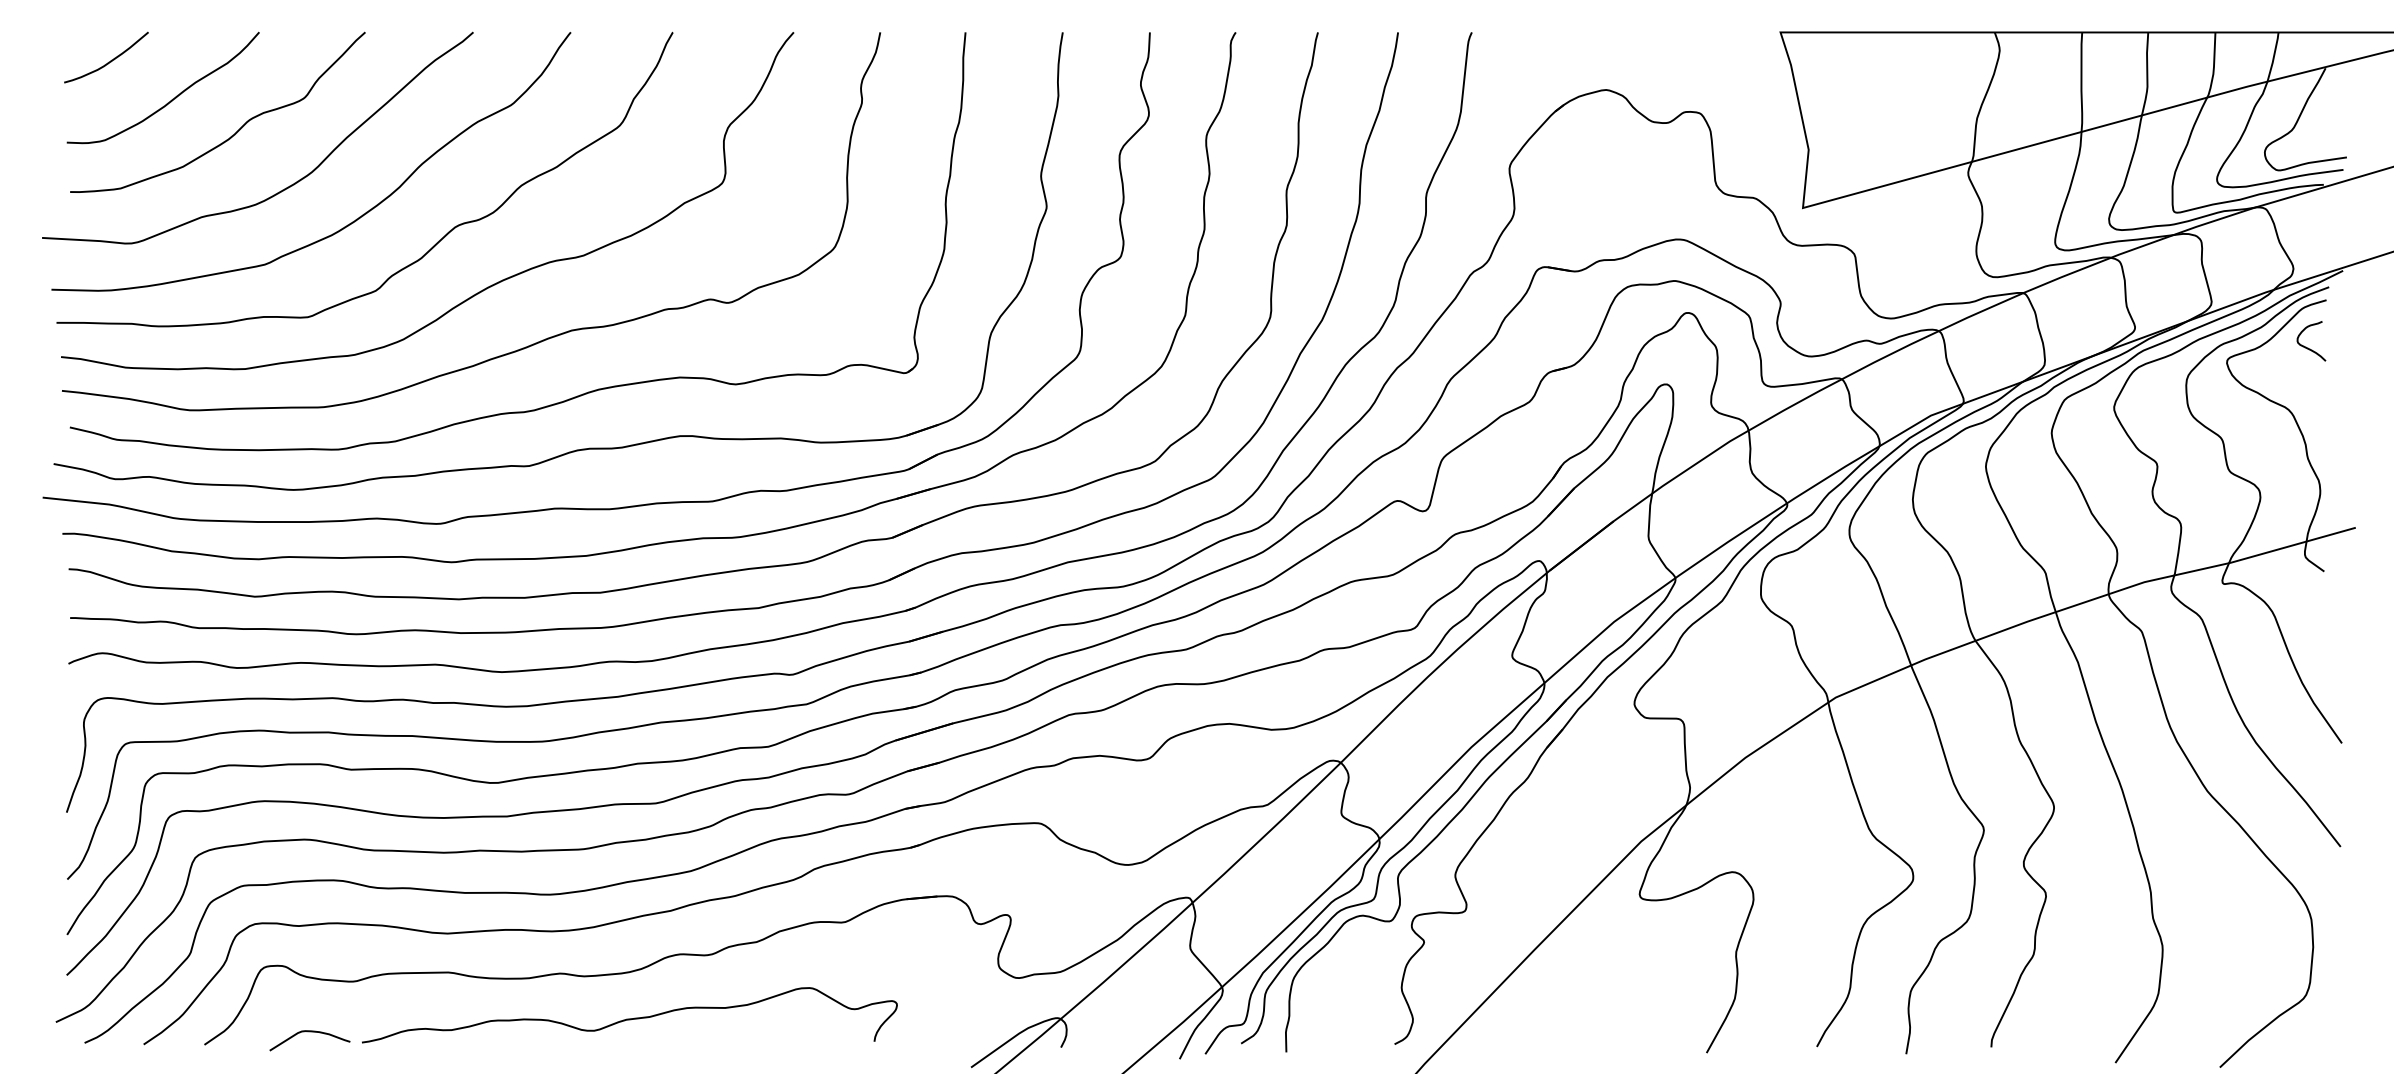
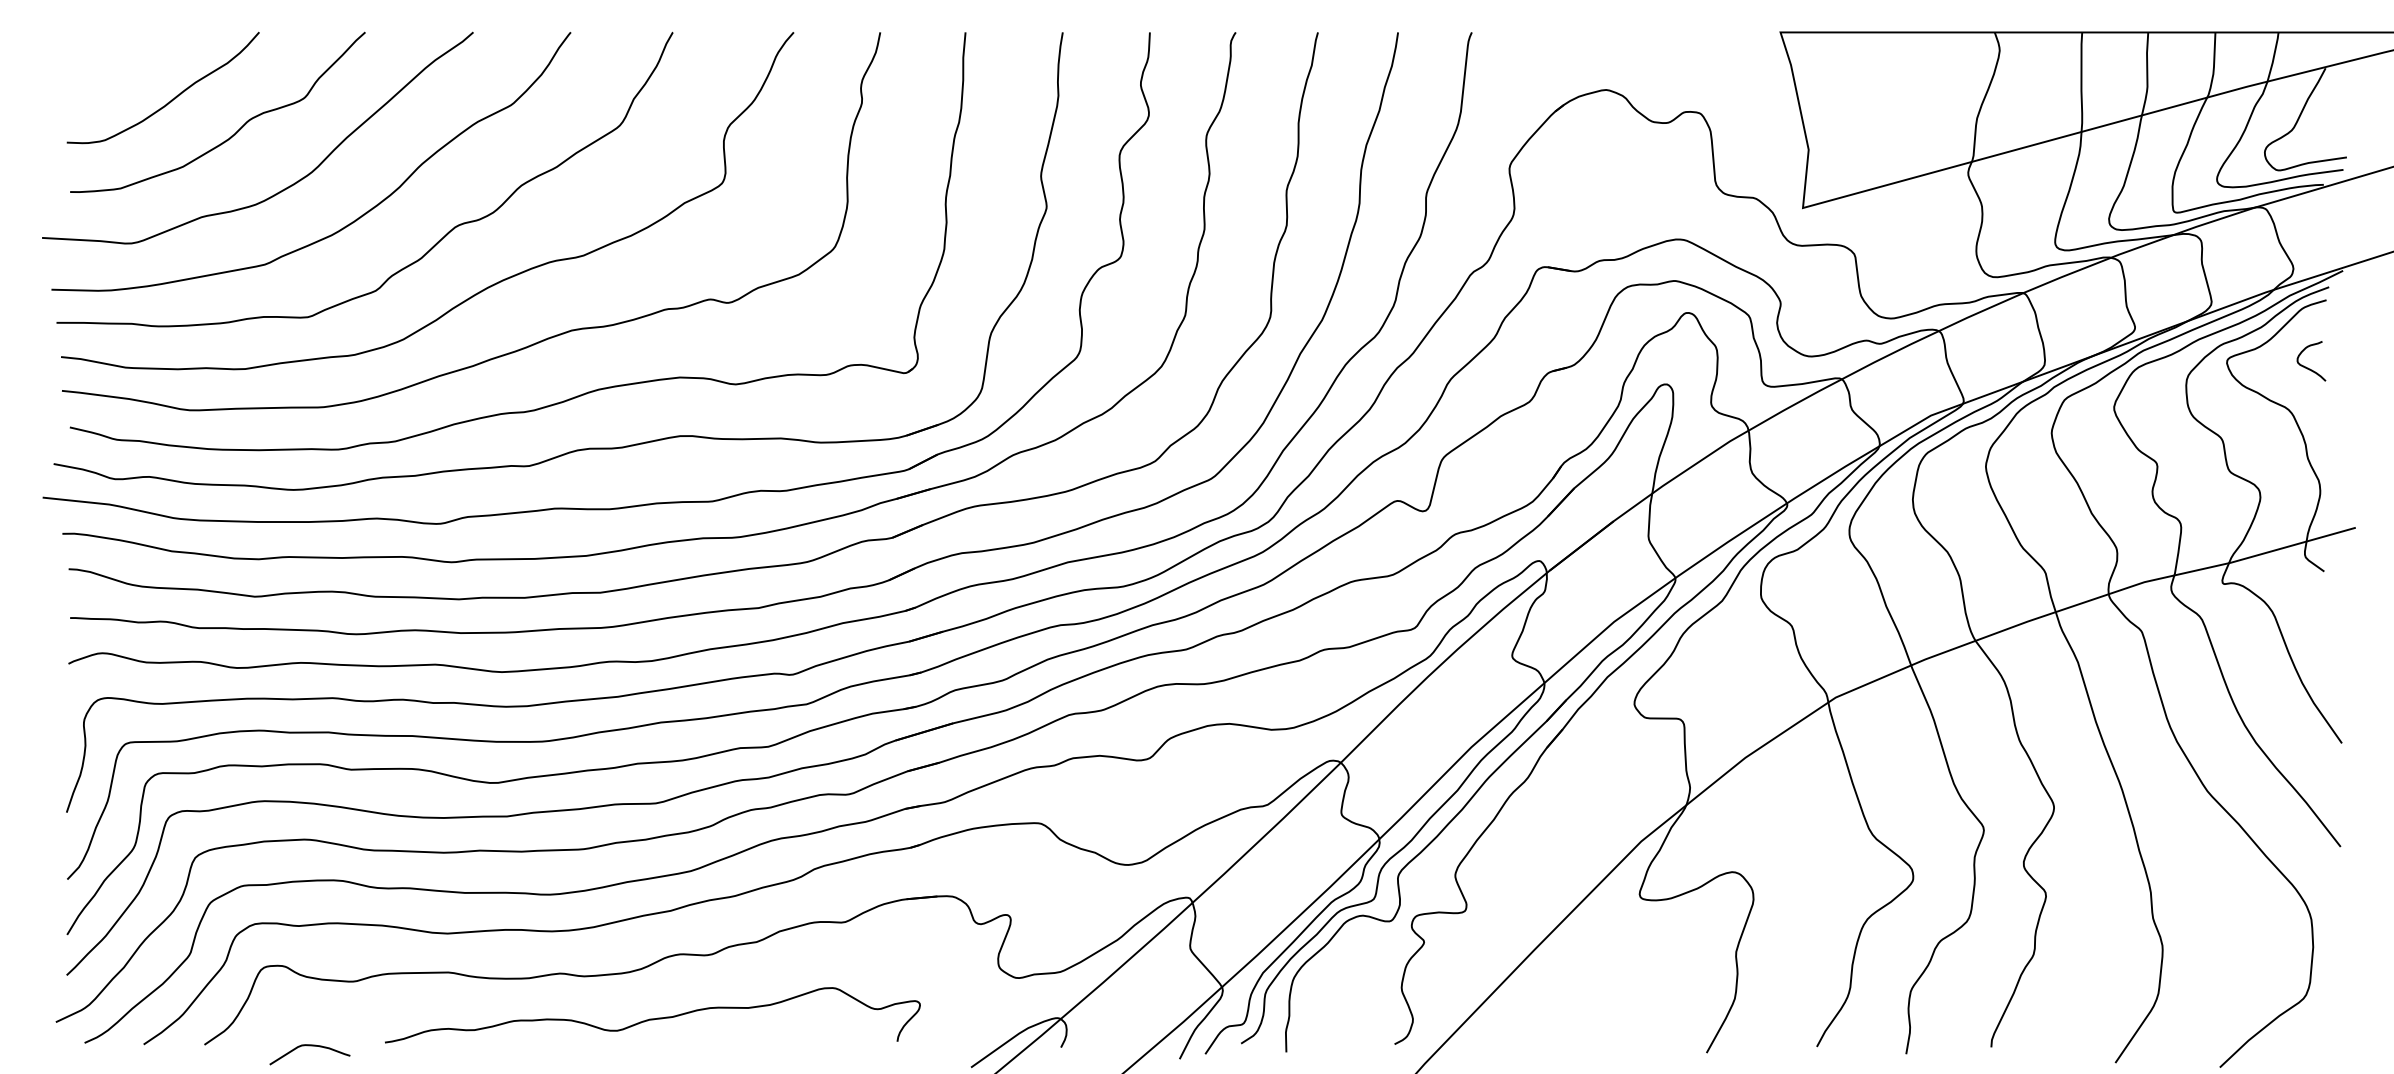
curve at (110, 60): present -> none
curve at (2308, 347) position: (2308, 347) -> (2308, 367)
curve at (629, 1018) position: (629, 1018) -> (652, 1018)
curve at (309, 1032) position: (309, 1032) -> (309, 1046)
